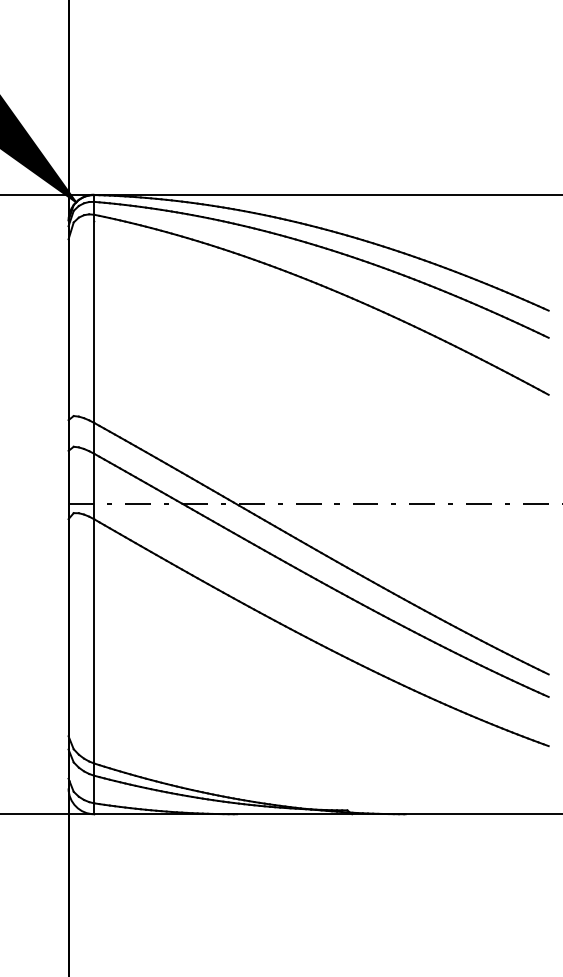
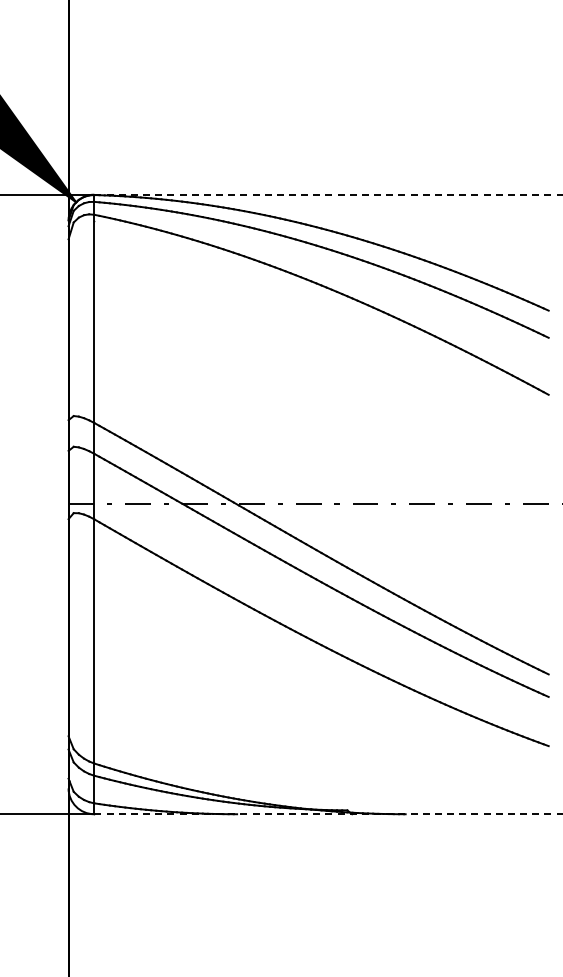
line at (328, 194): solid -> dashed
line at (328, 814): solid -> dashed
